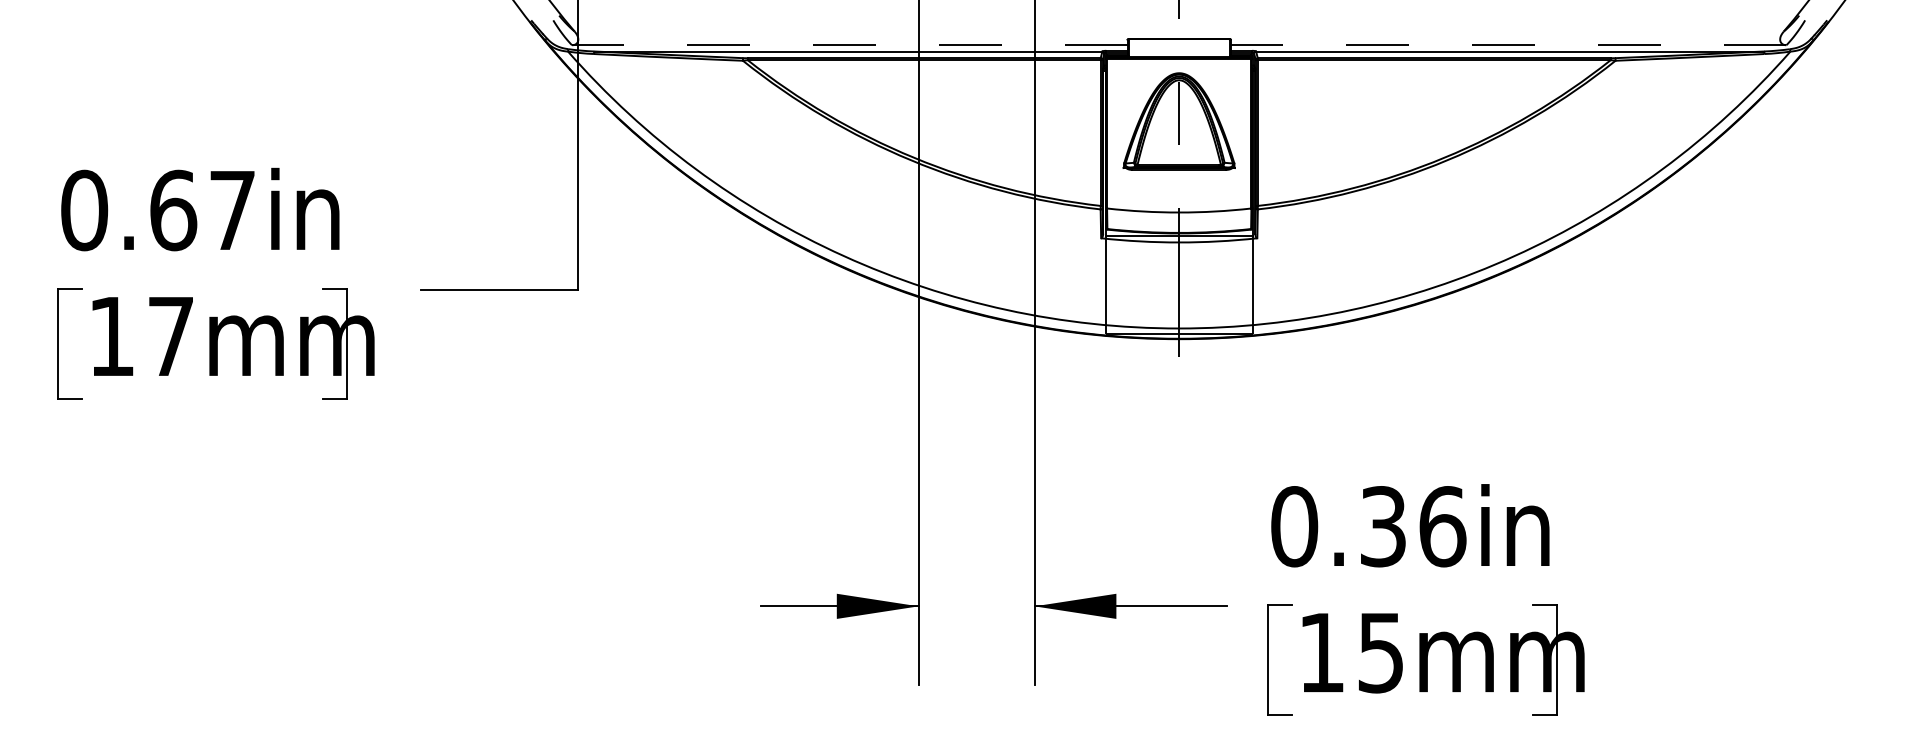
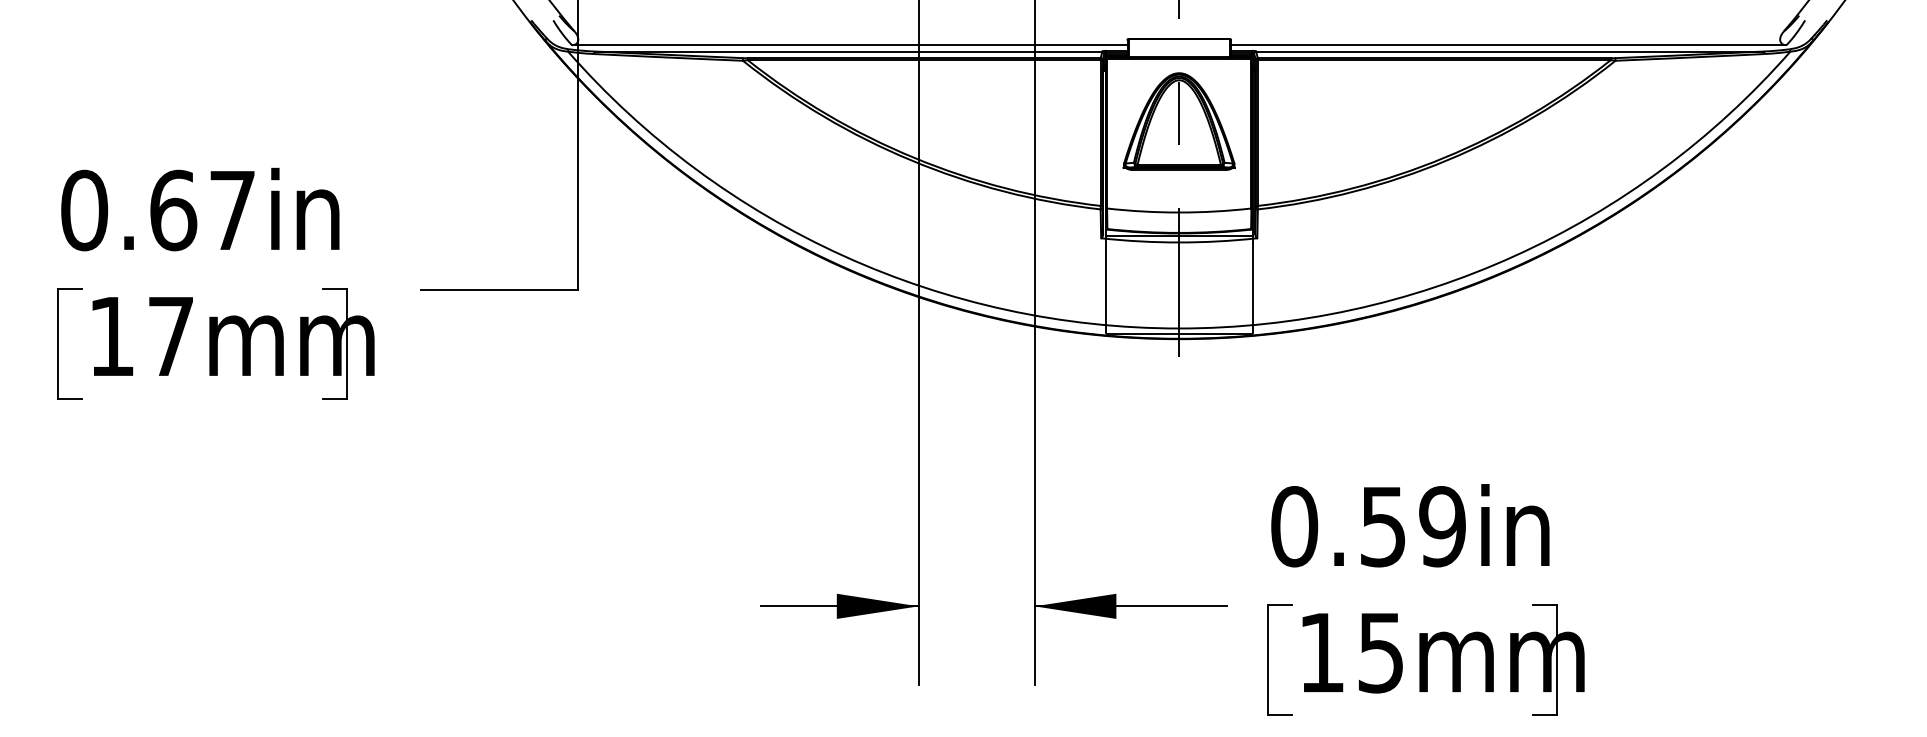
line at (849, 45): dashed -> solid
line at (1508, 45): dashed -> solid
text at (1413, 526): 0.36in -> 0.59in
